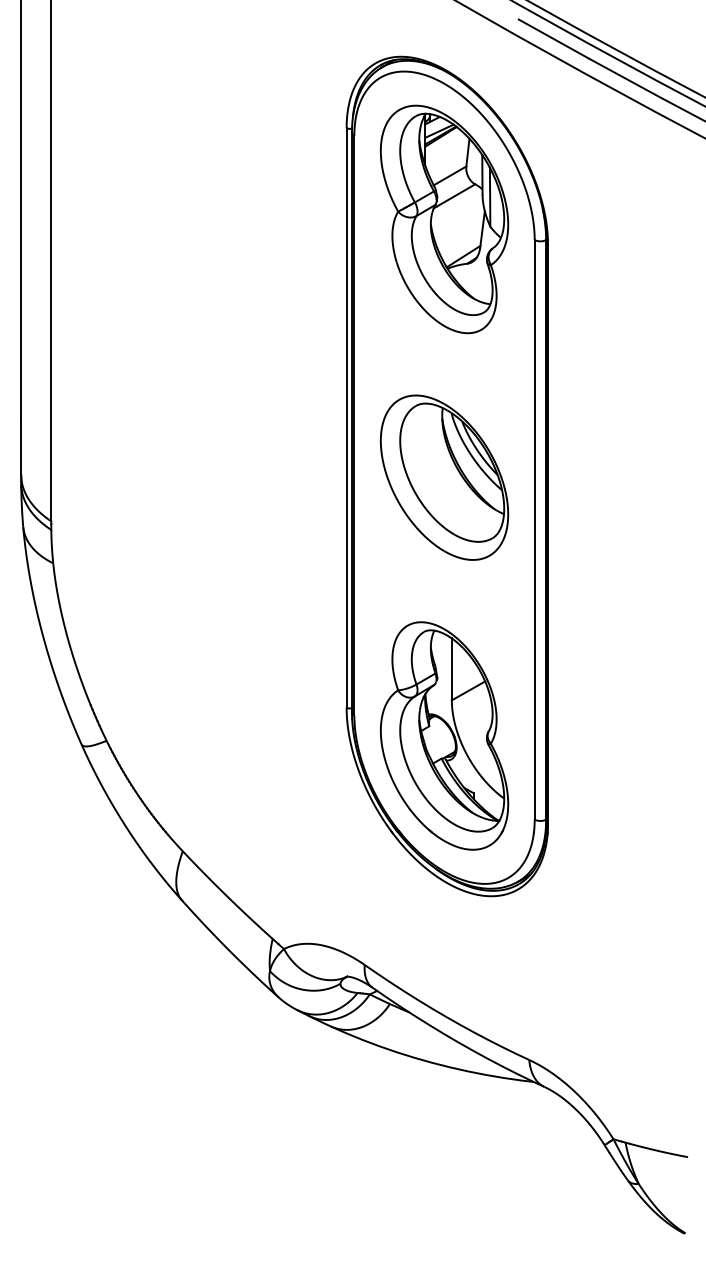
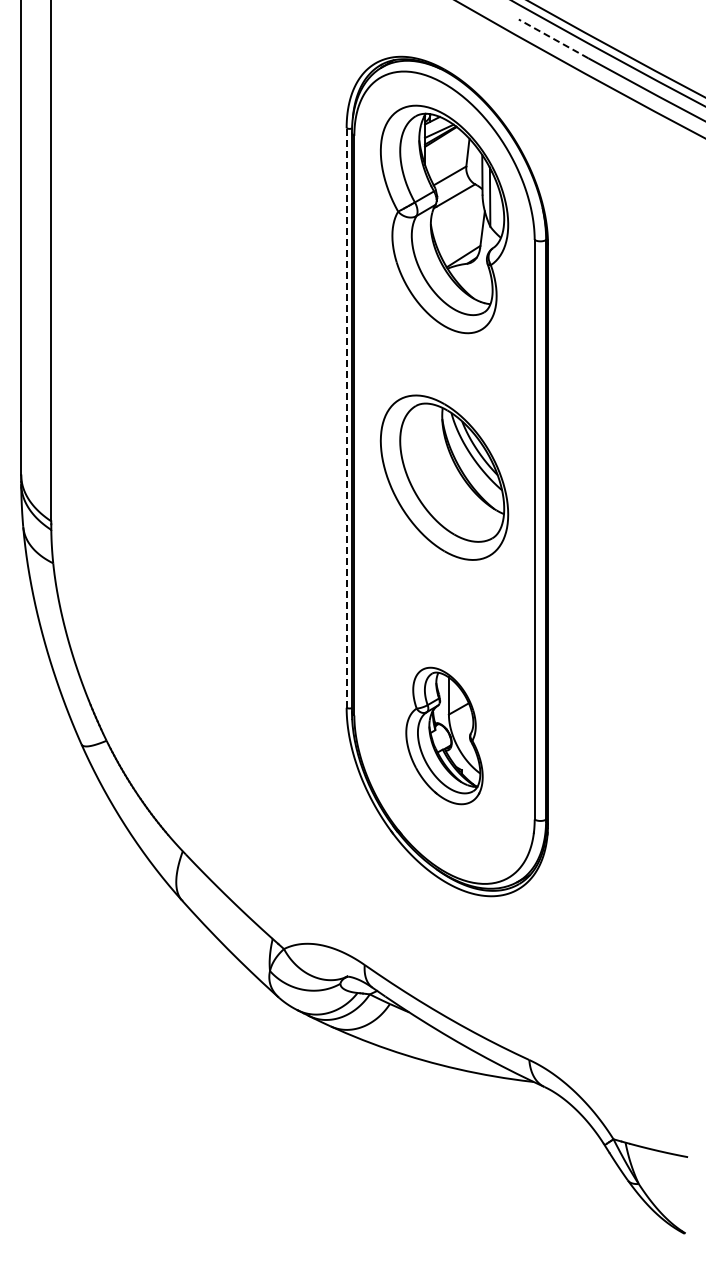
line at (553, 38): solid -> dashed
line at (346, 417): solid -> dashed
part at (444, 735) size: 131x230 px -> 79x140 px
